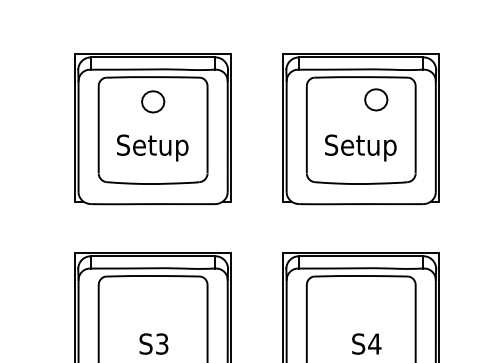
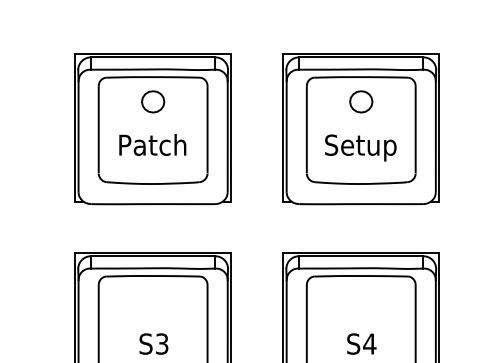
part at (376, 99) position: (376, 99) -> (361, 101)
text at (152, 147): Setup -> Patch
text at (366, 343) position: (366, 343) -> (361, 343)
